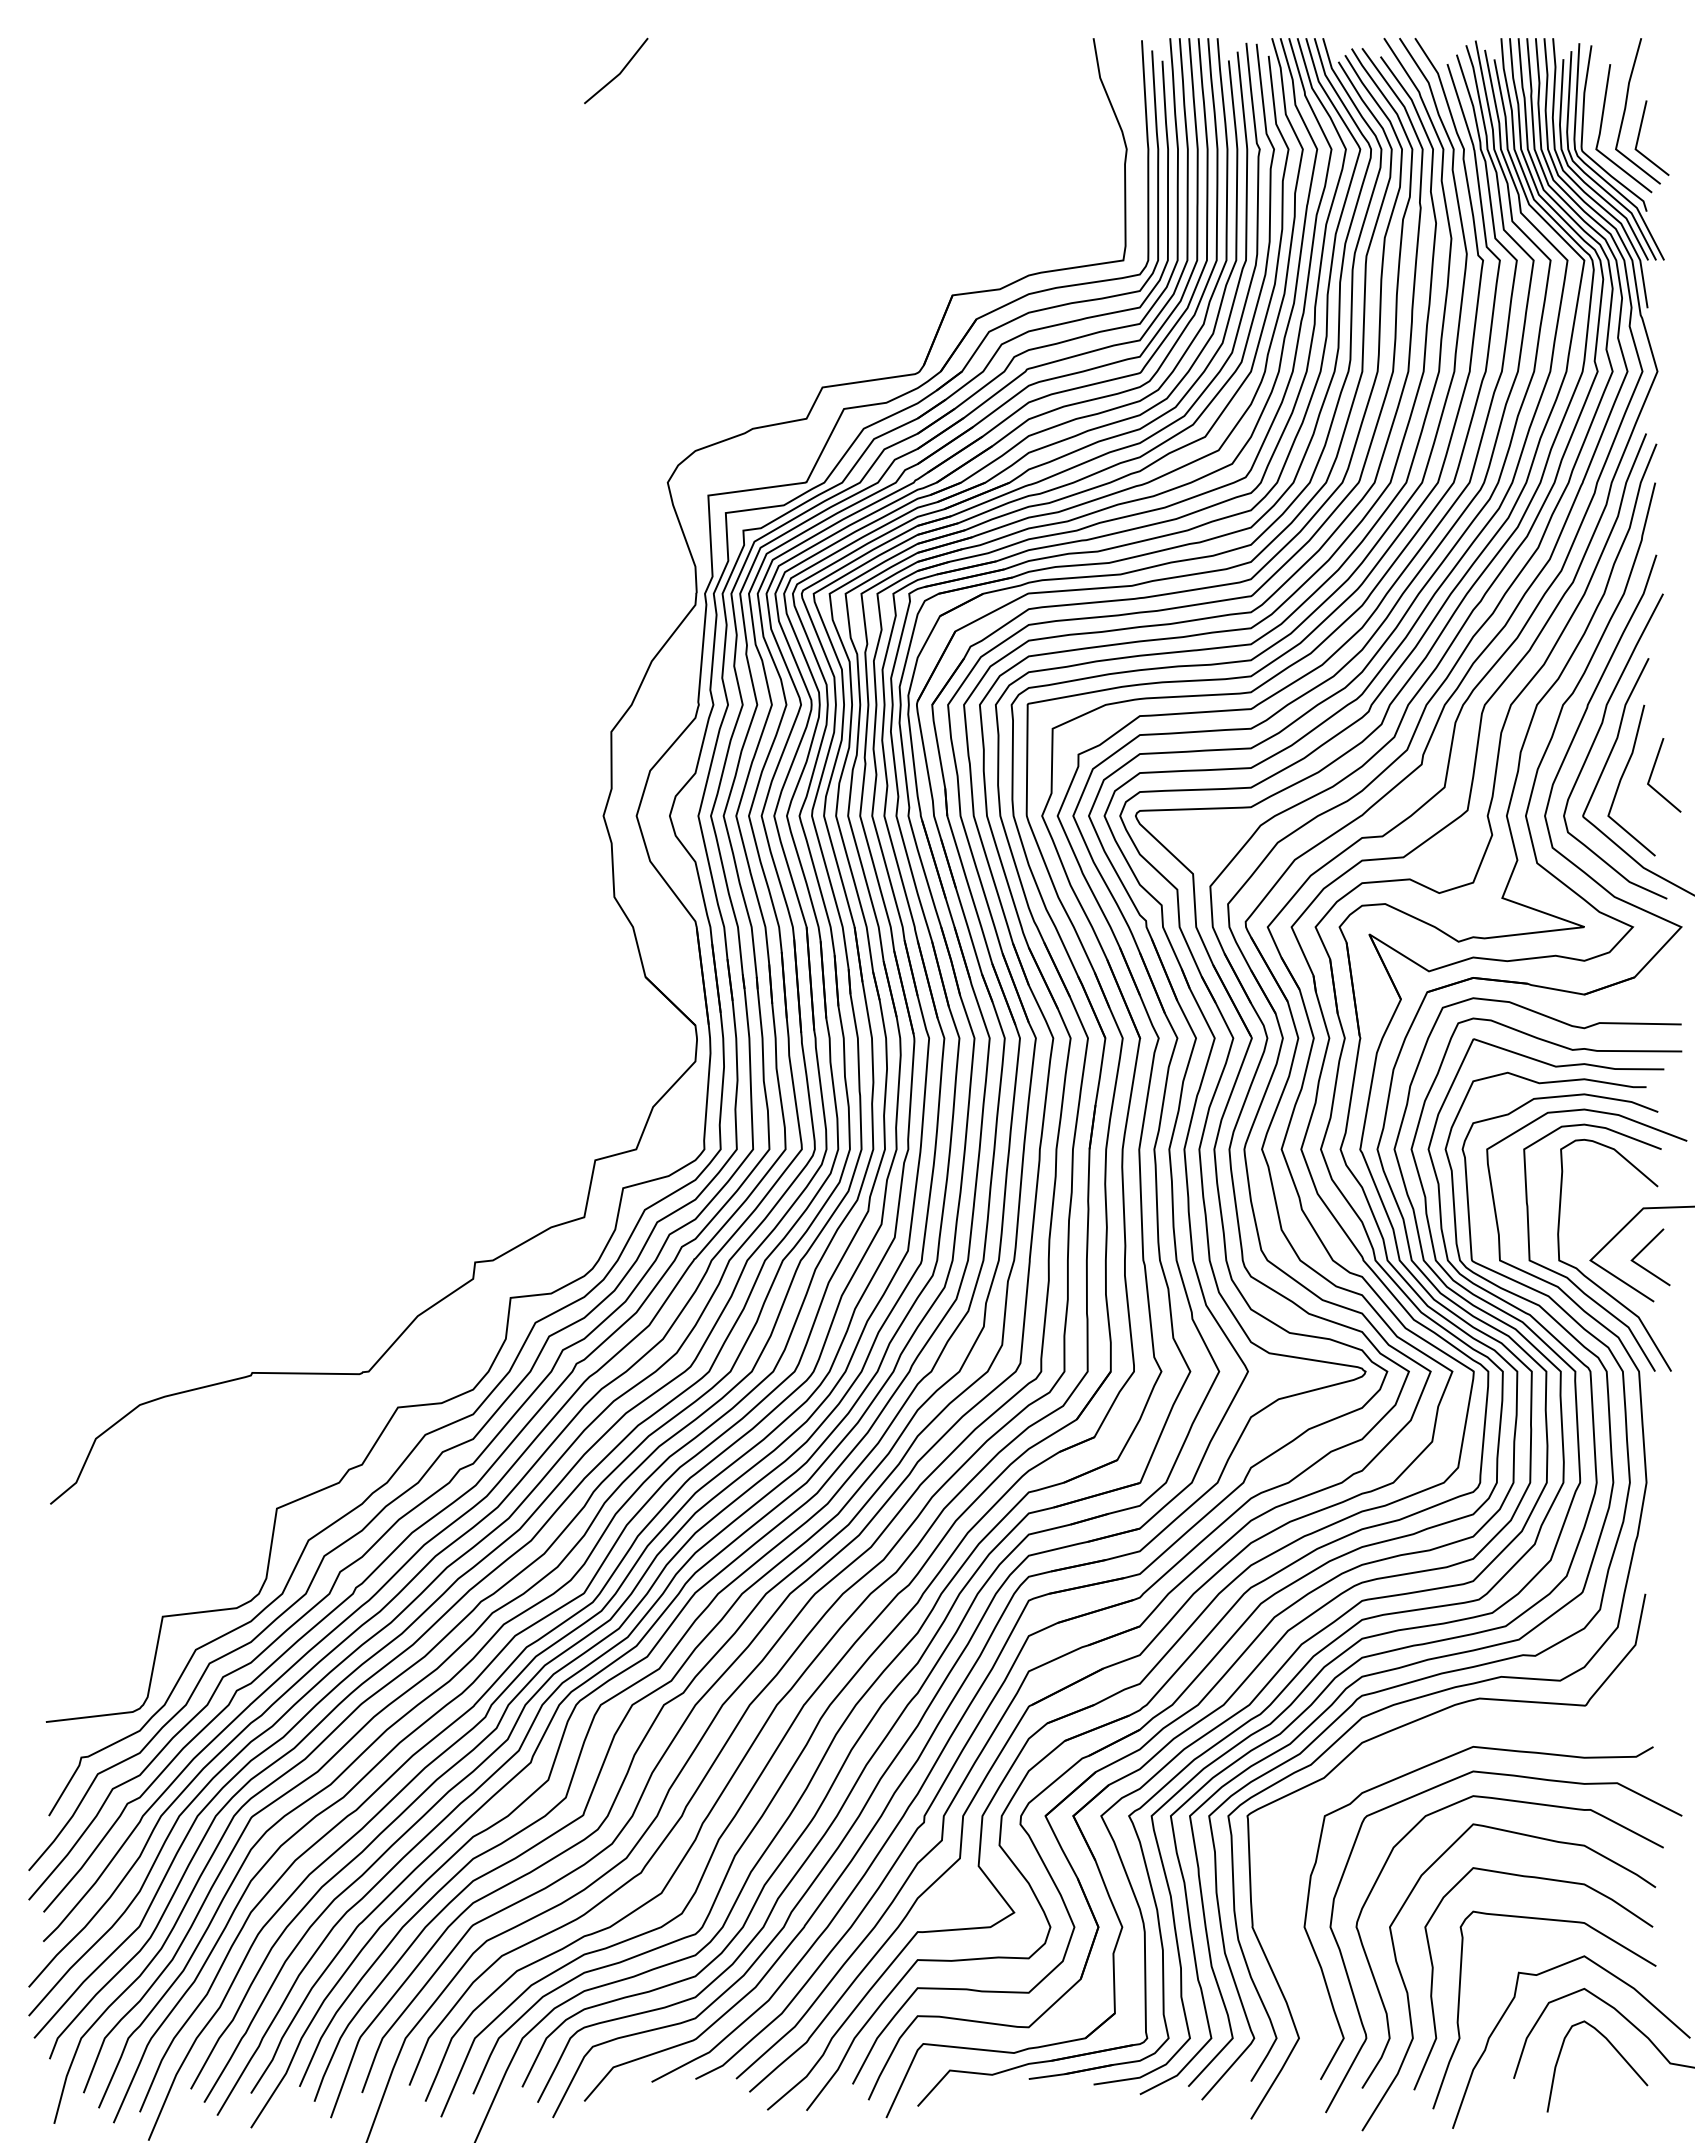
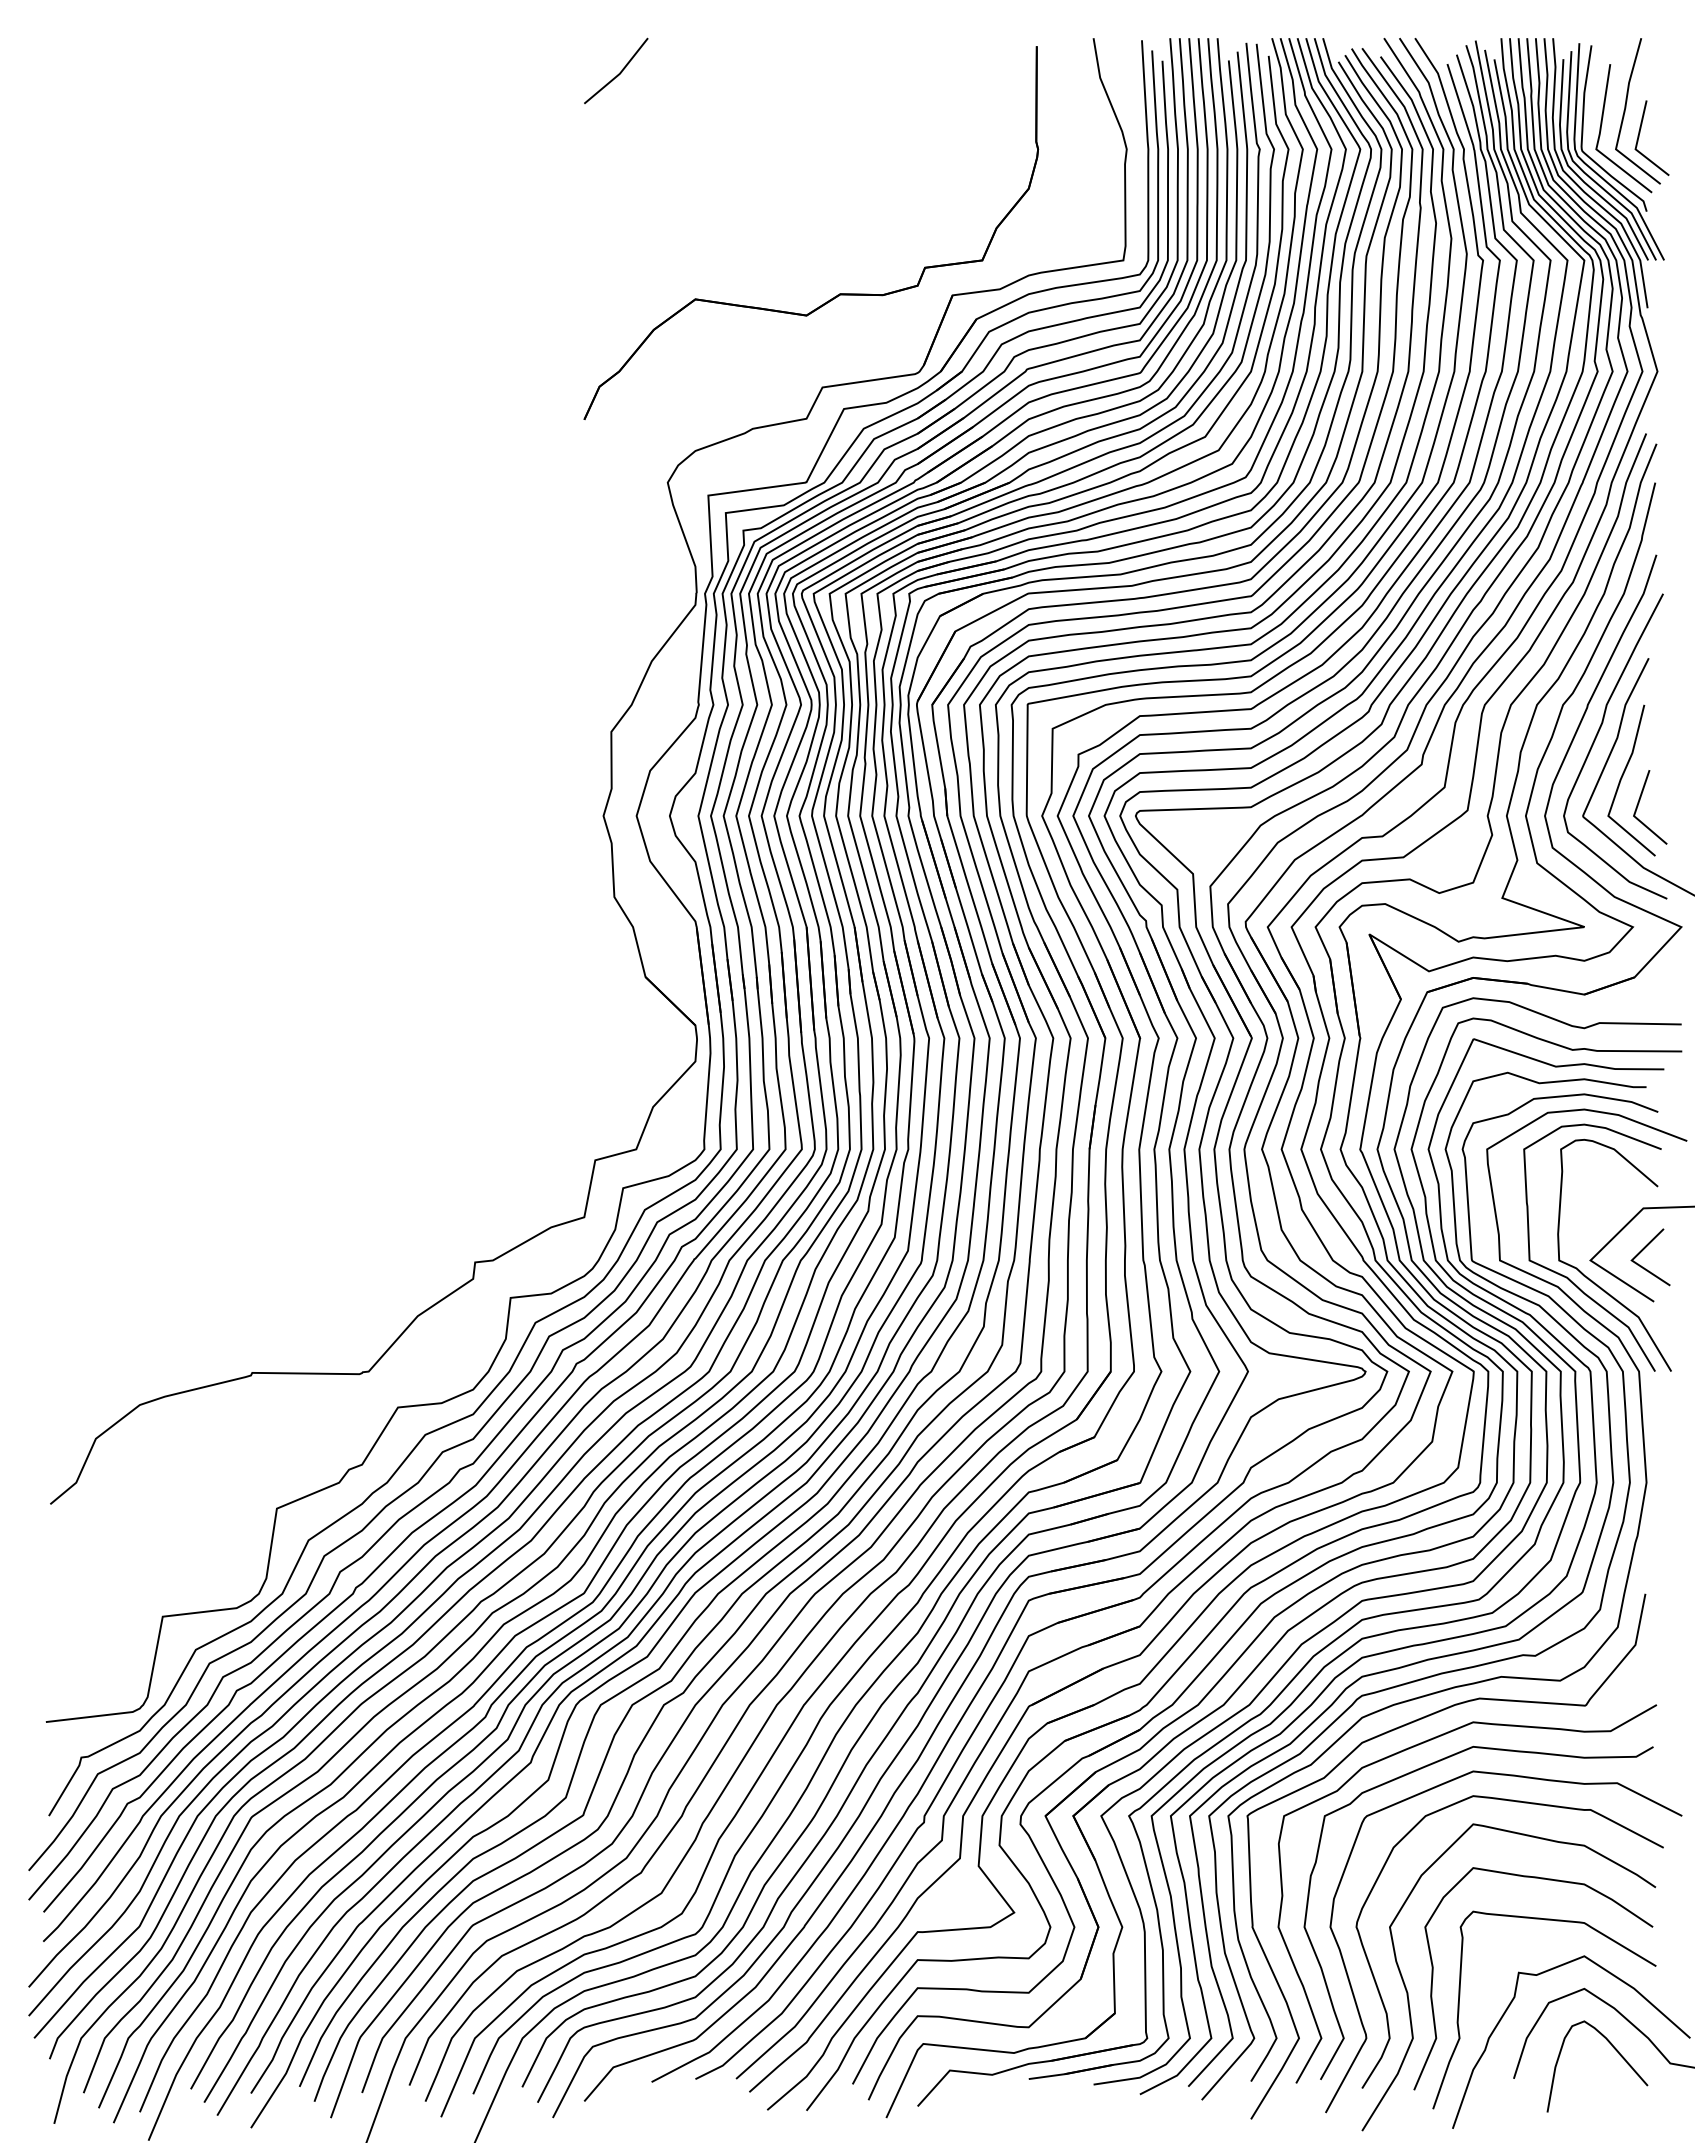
part at (839, 293): none -> present
line at (1653, 771) position: (1653, 771) -> (1639, 803)
curve at (1409, 1749): none -> present
